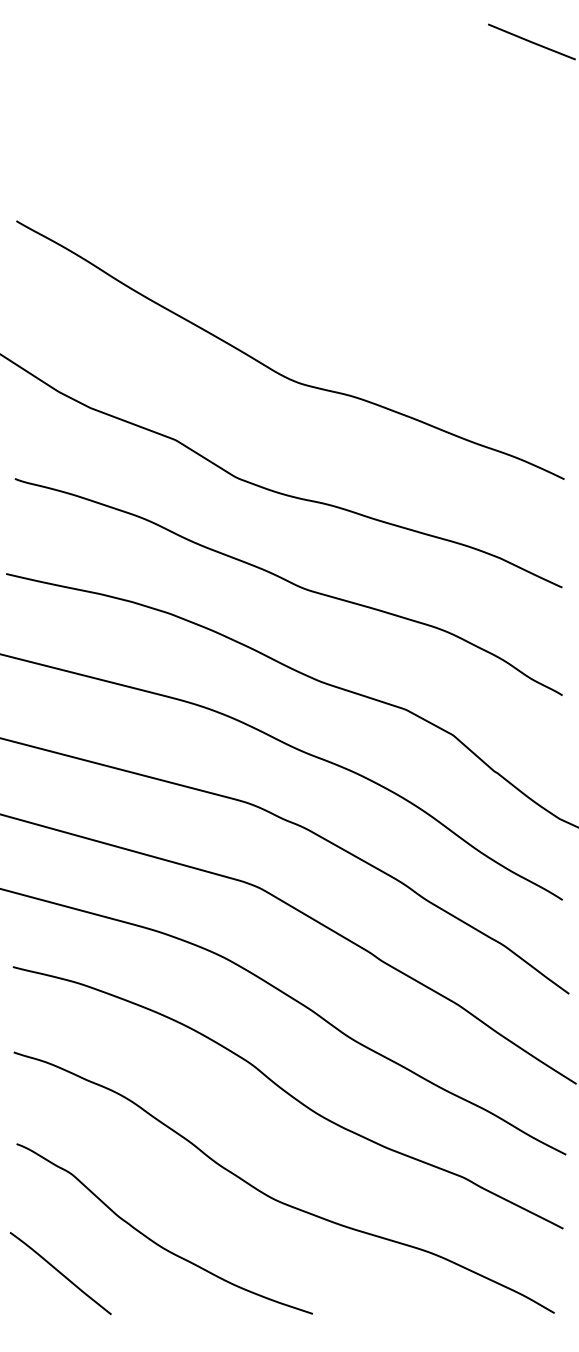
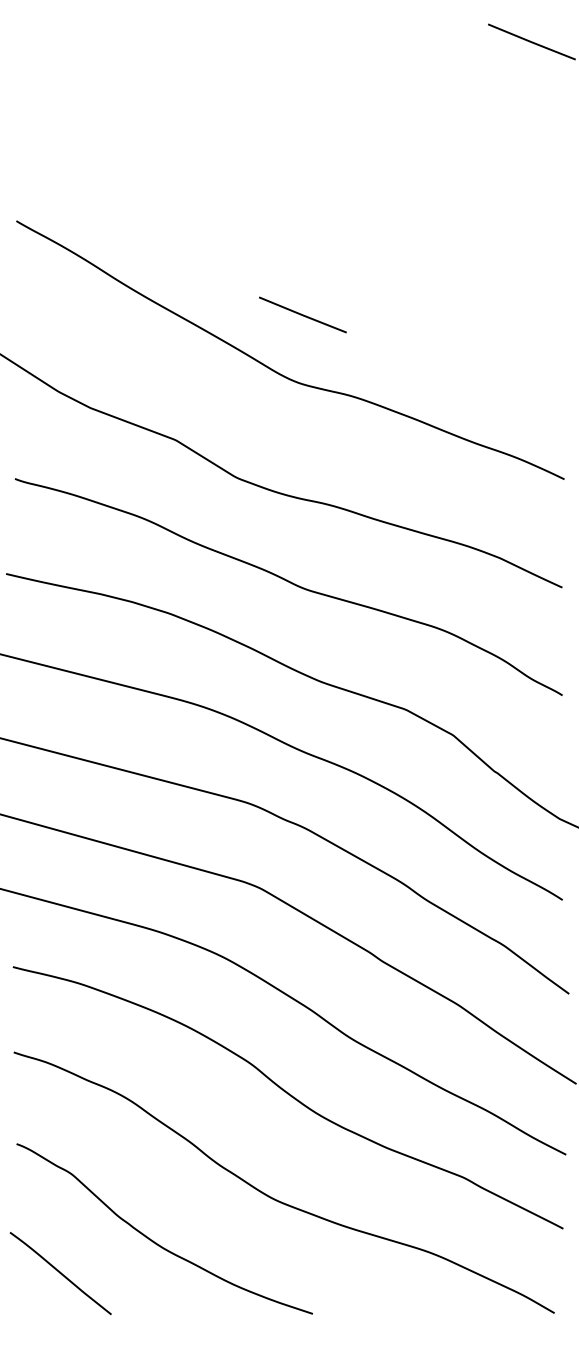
line at (302, 314): none -> present
